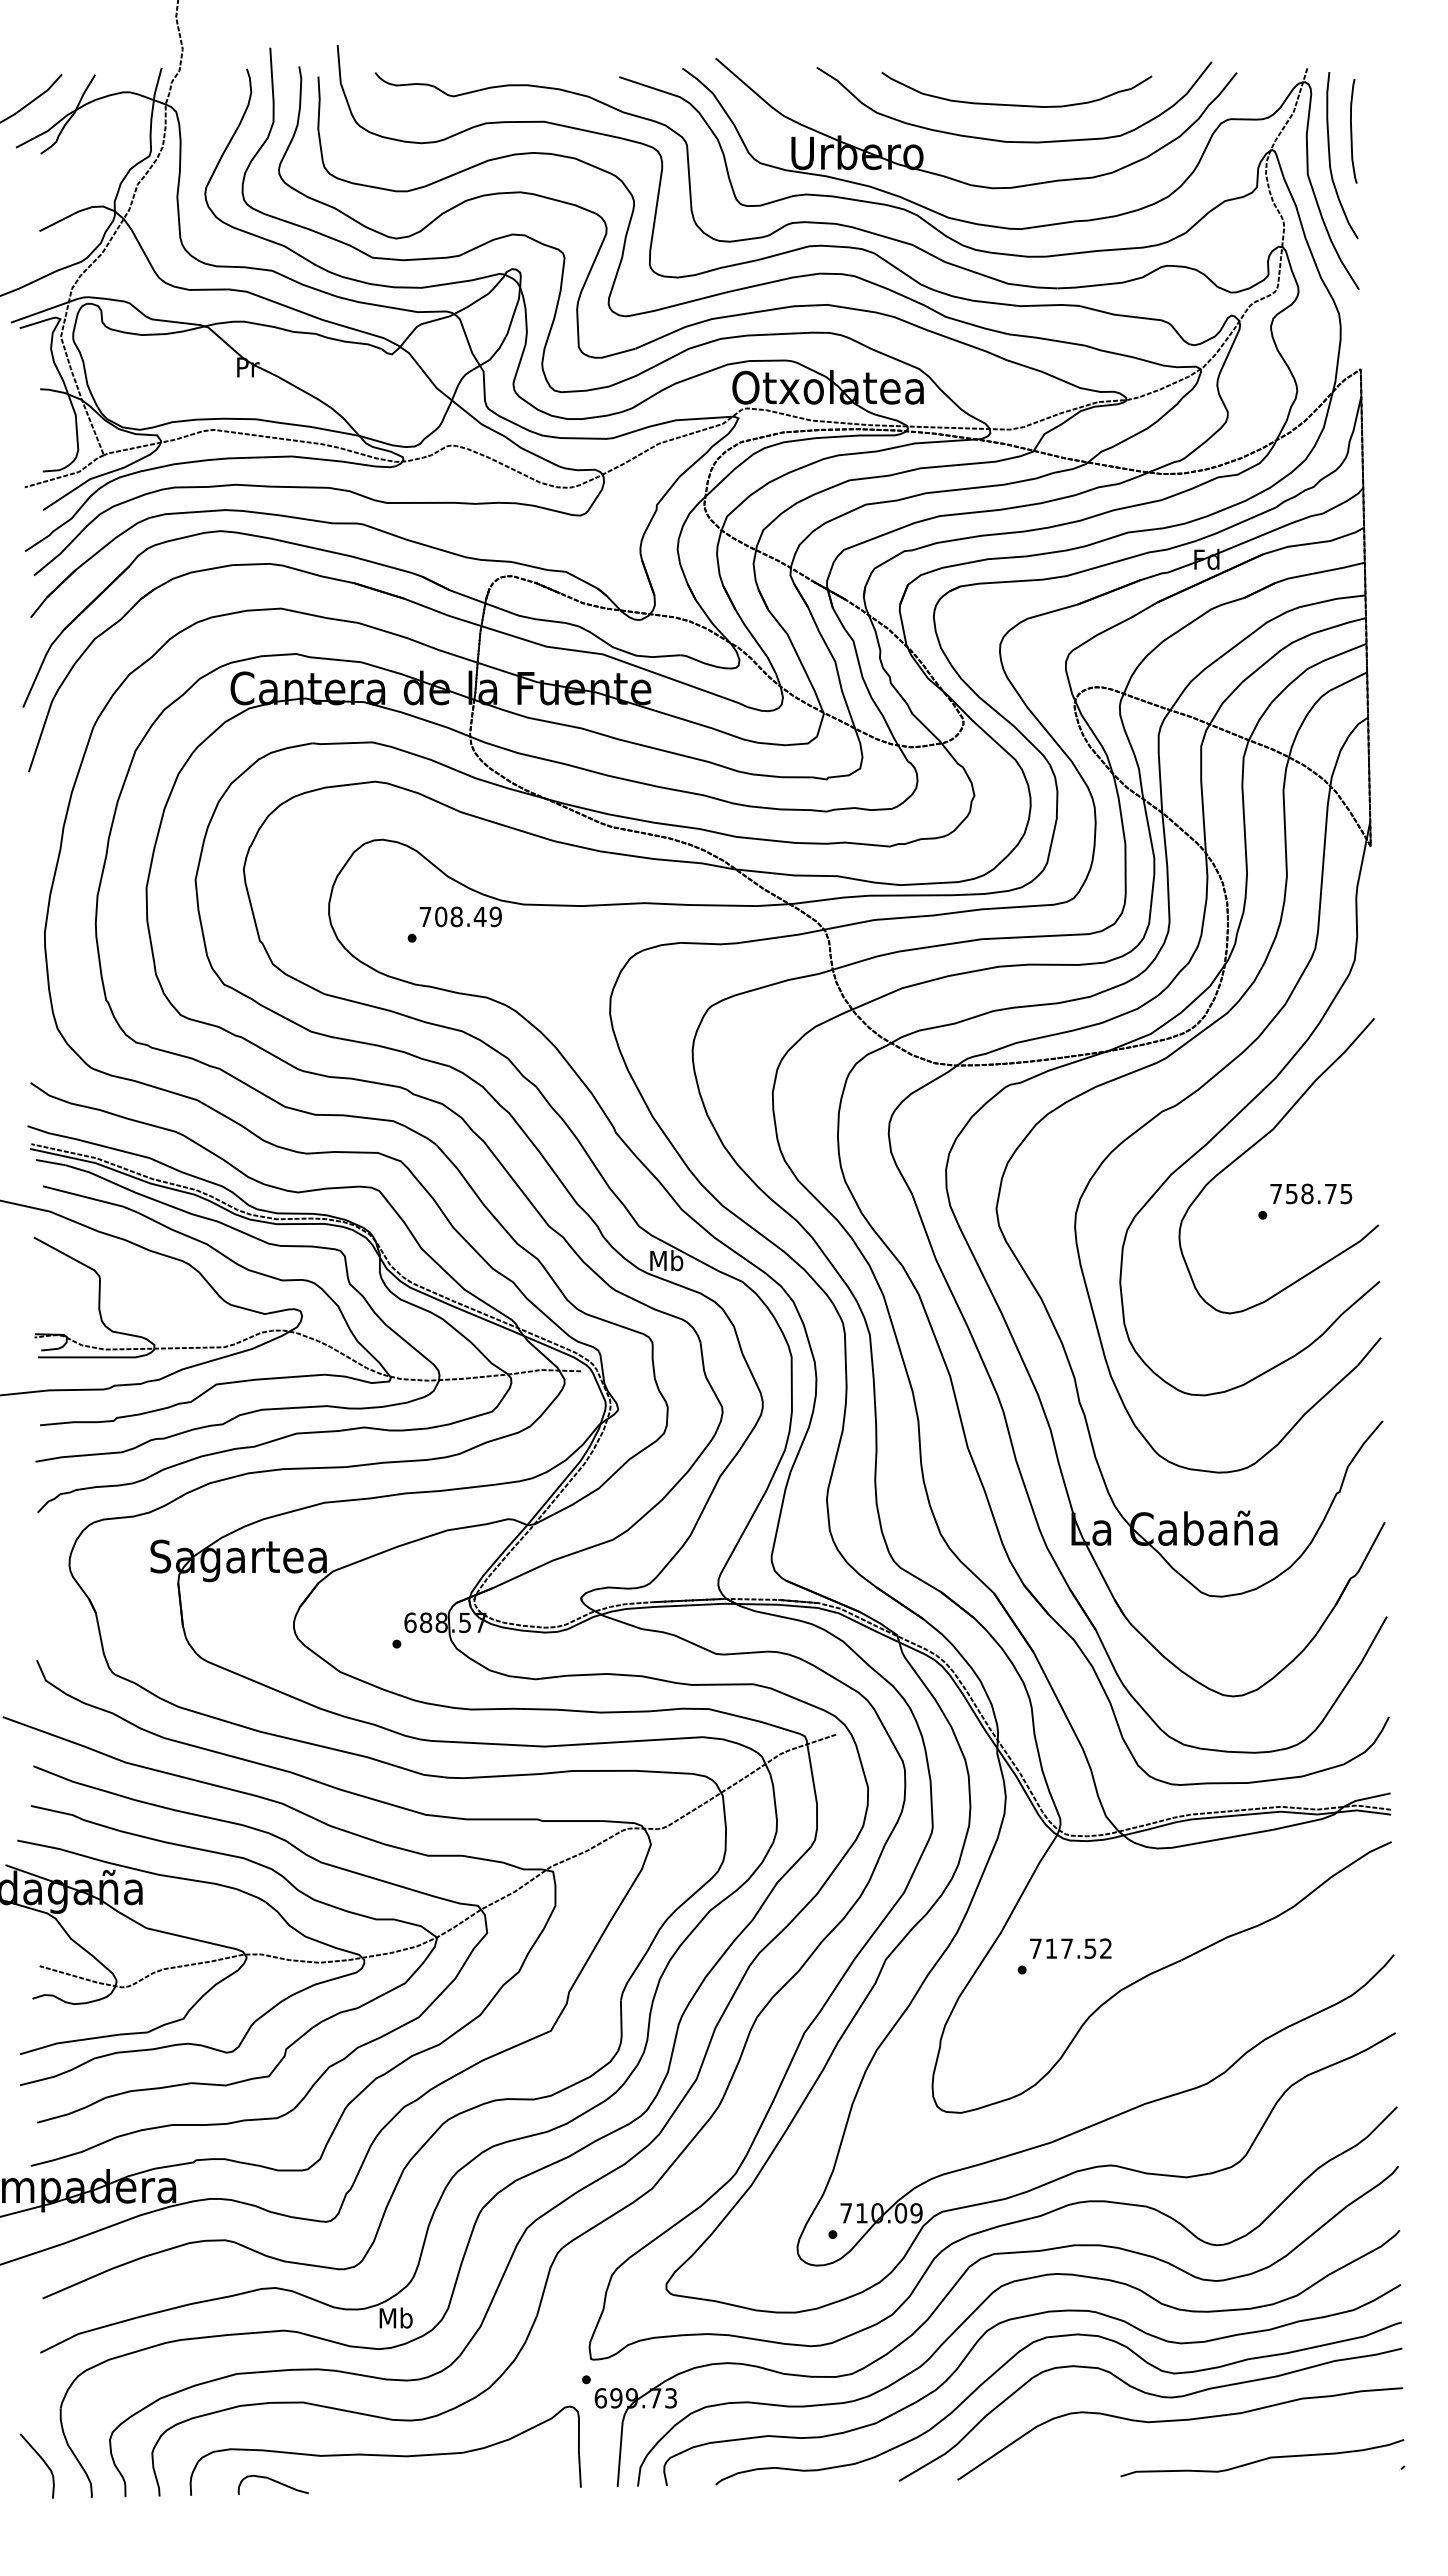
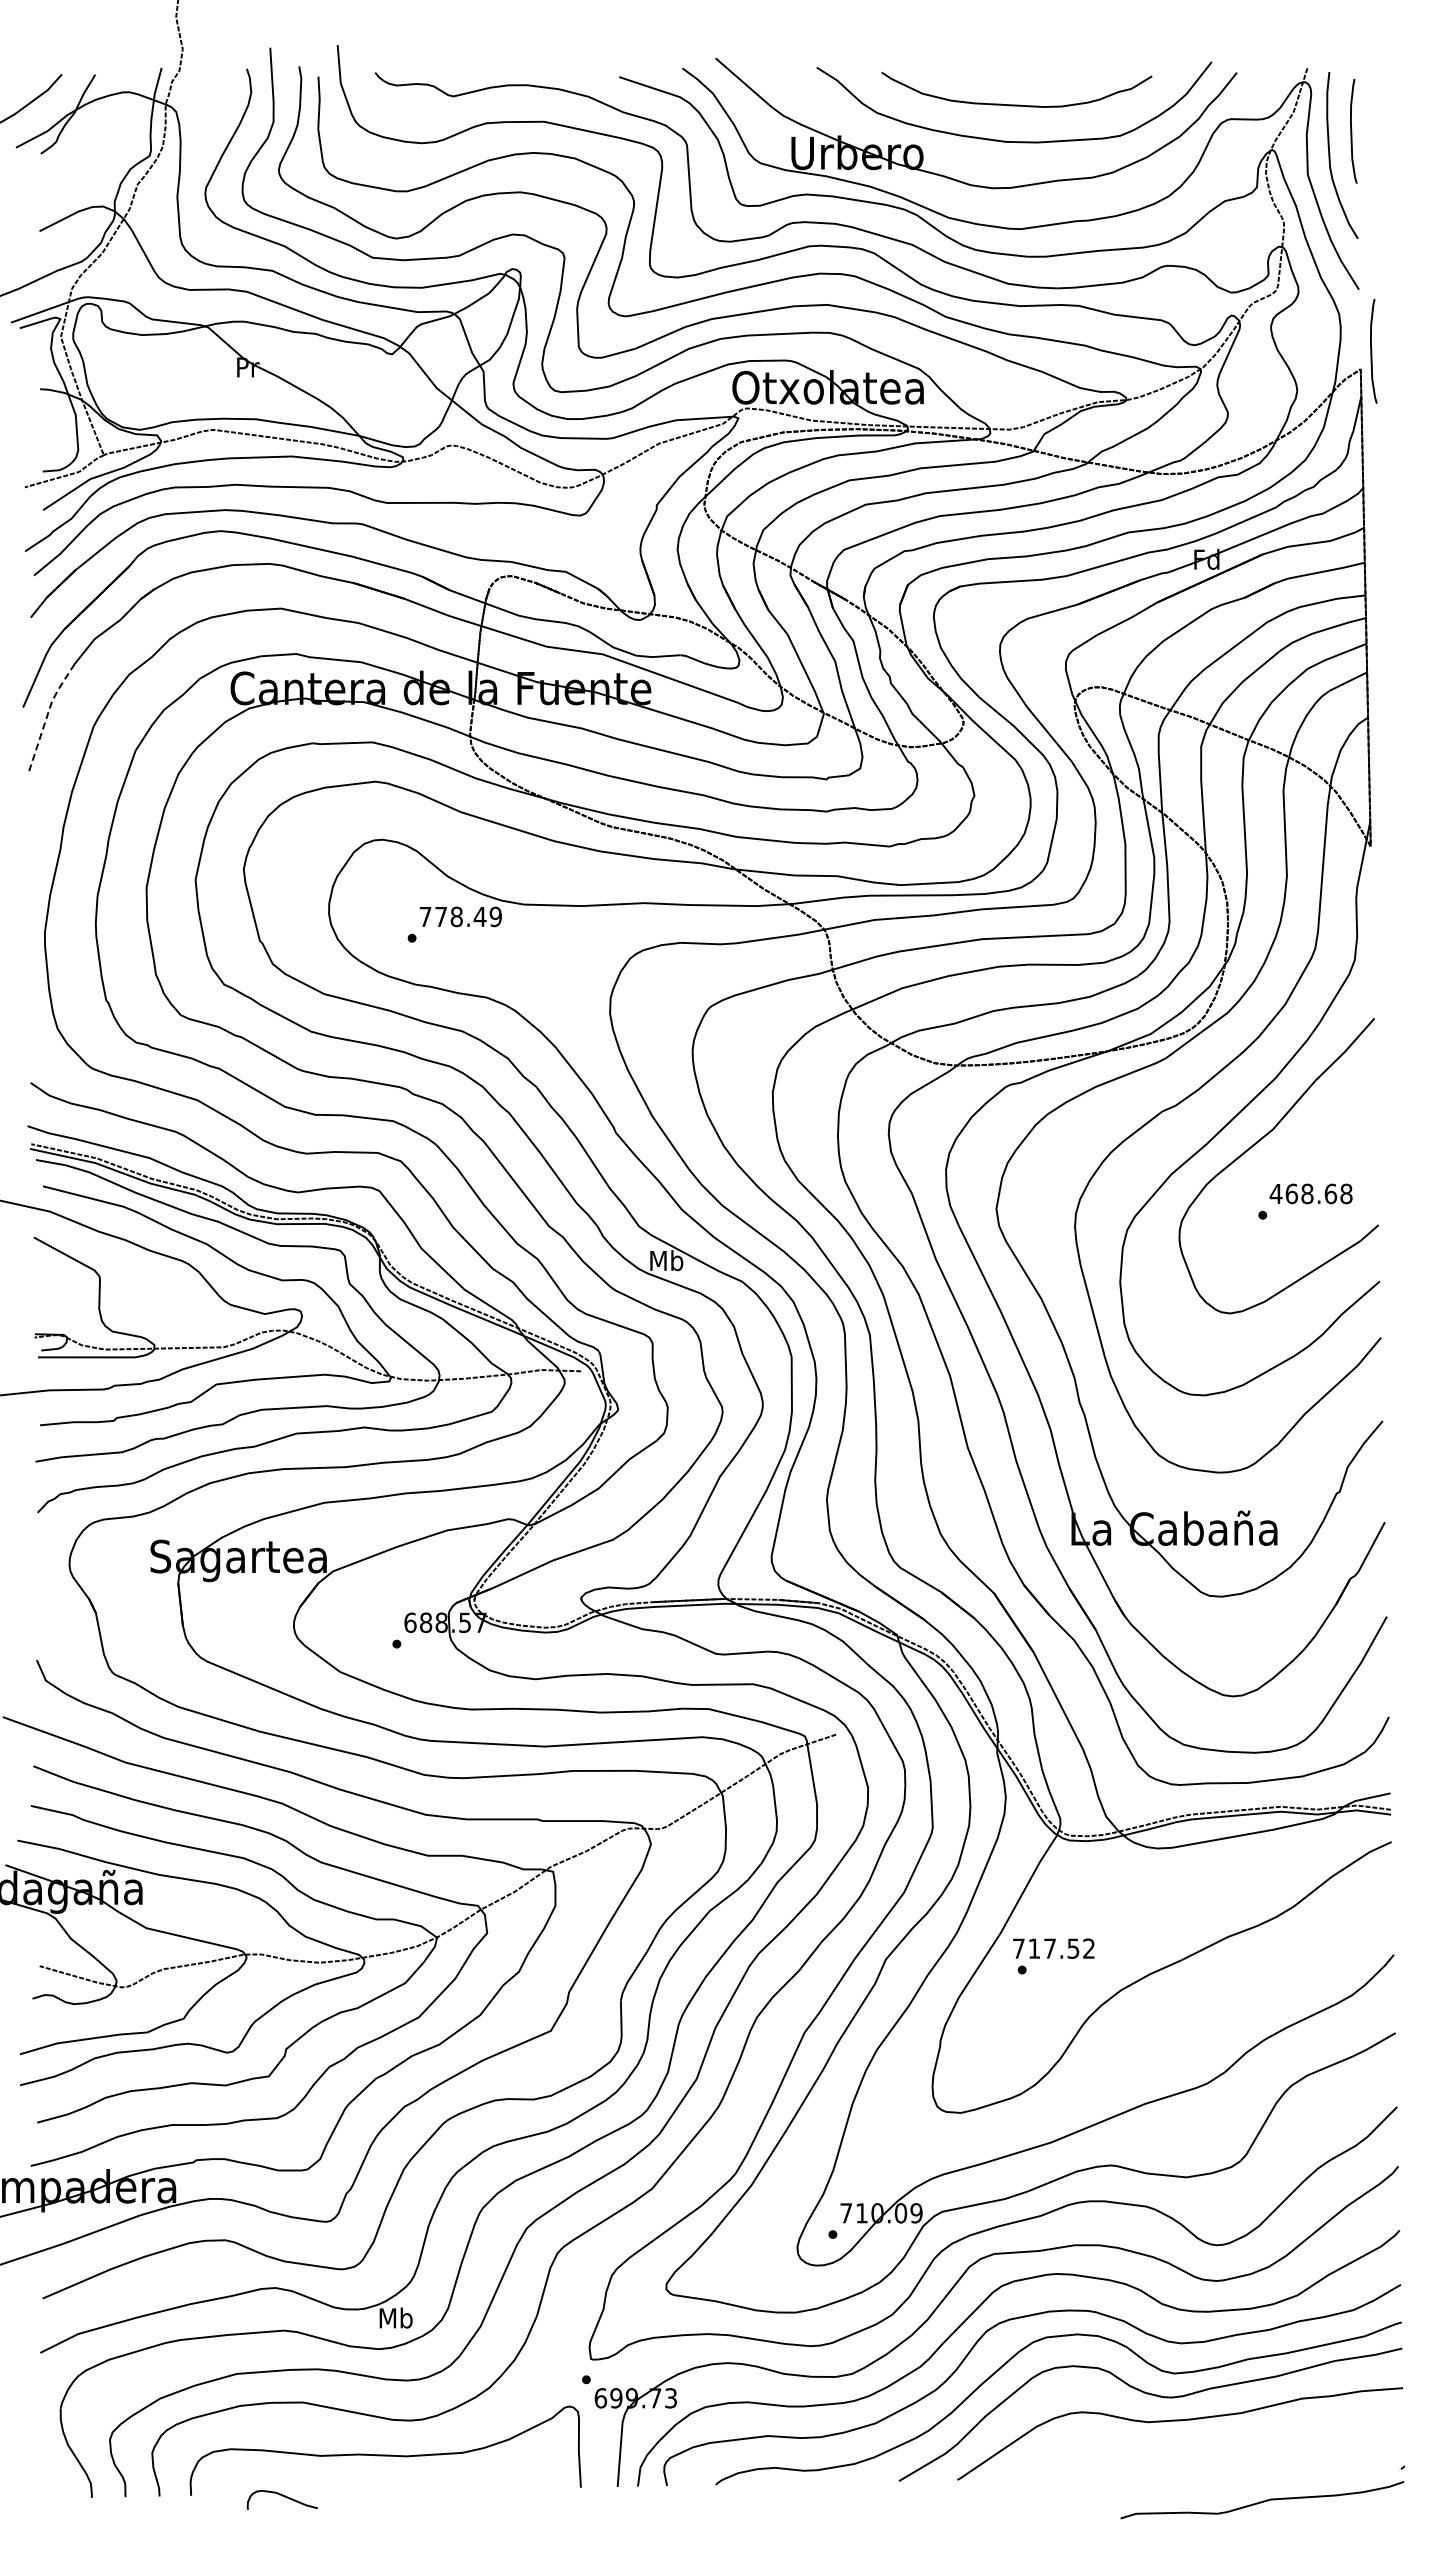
curve at (1372, 351): none -> present
line at (47, 714): solid -> dashed
text at (441, 916): 708.49 -> 778.49
text at (1310, 1193): 758.75 -> 468.68
text at (1070, 1948) position: (1070, 1948) -> (1053, 1948)
curve at (1263, 2458) position: (1263, 2458) -> (1263, 2500)
curve at (43, 2462): present -> none
part at (272, 2484) position: (272, 2484) -> (281, 2499)
